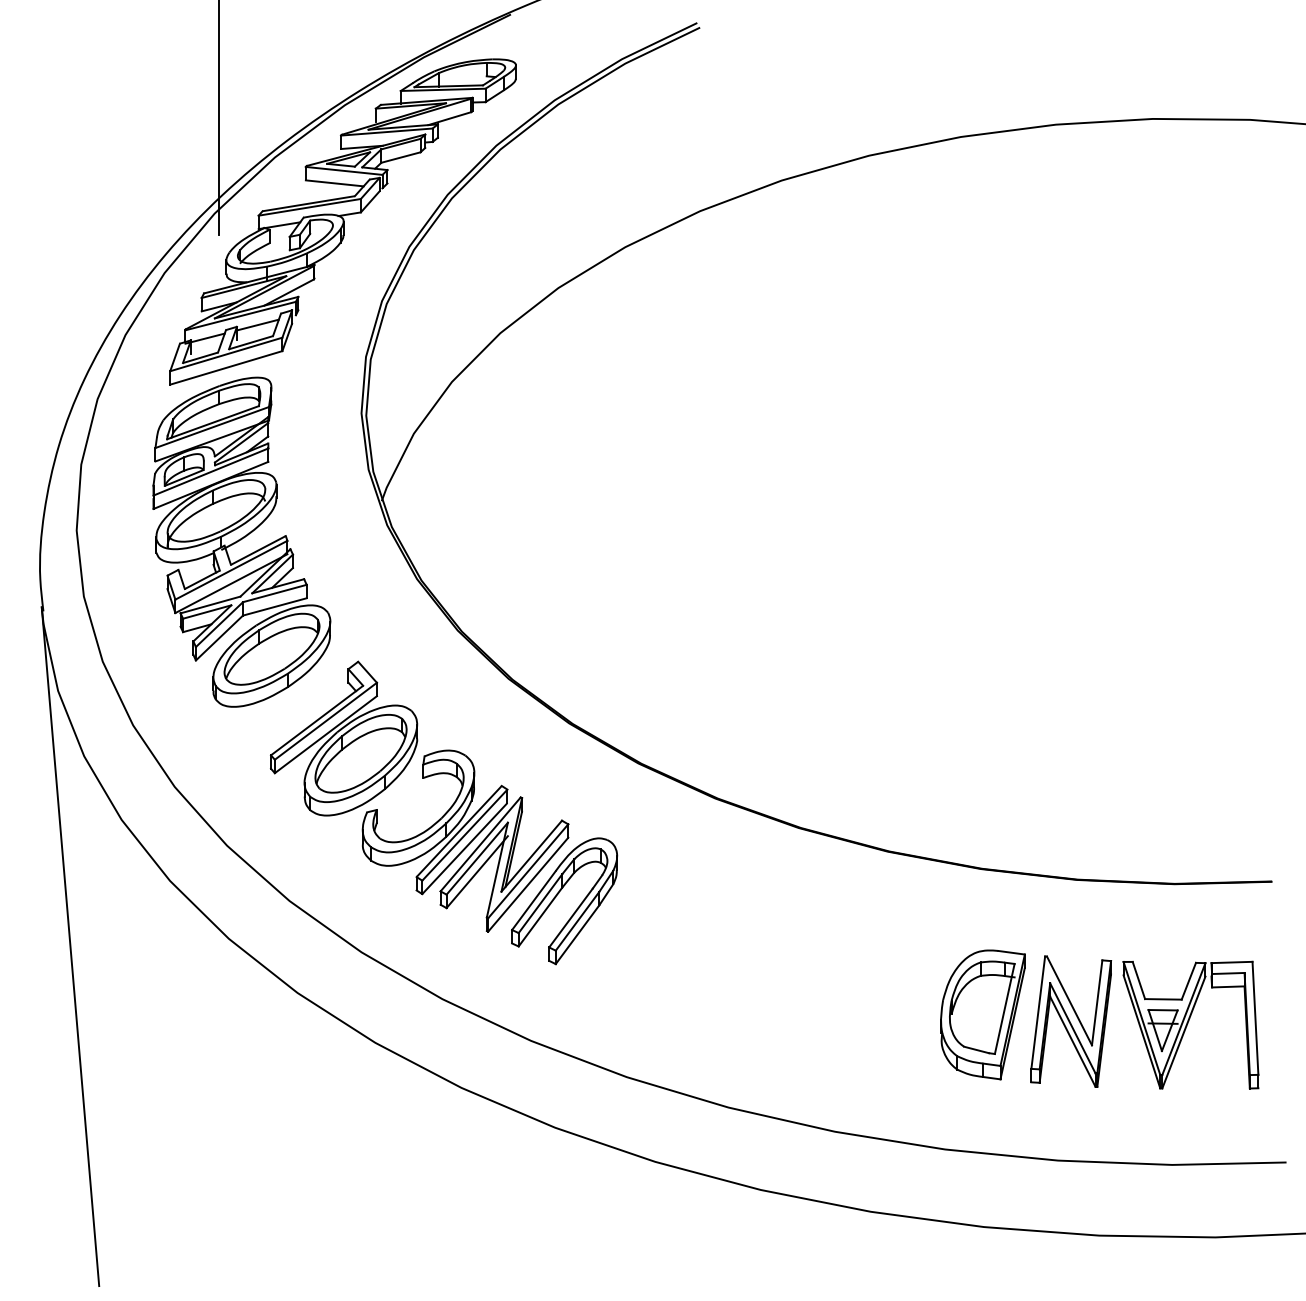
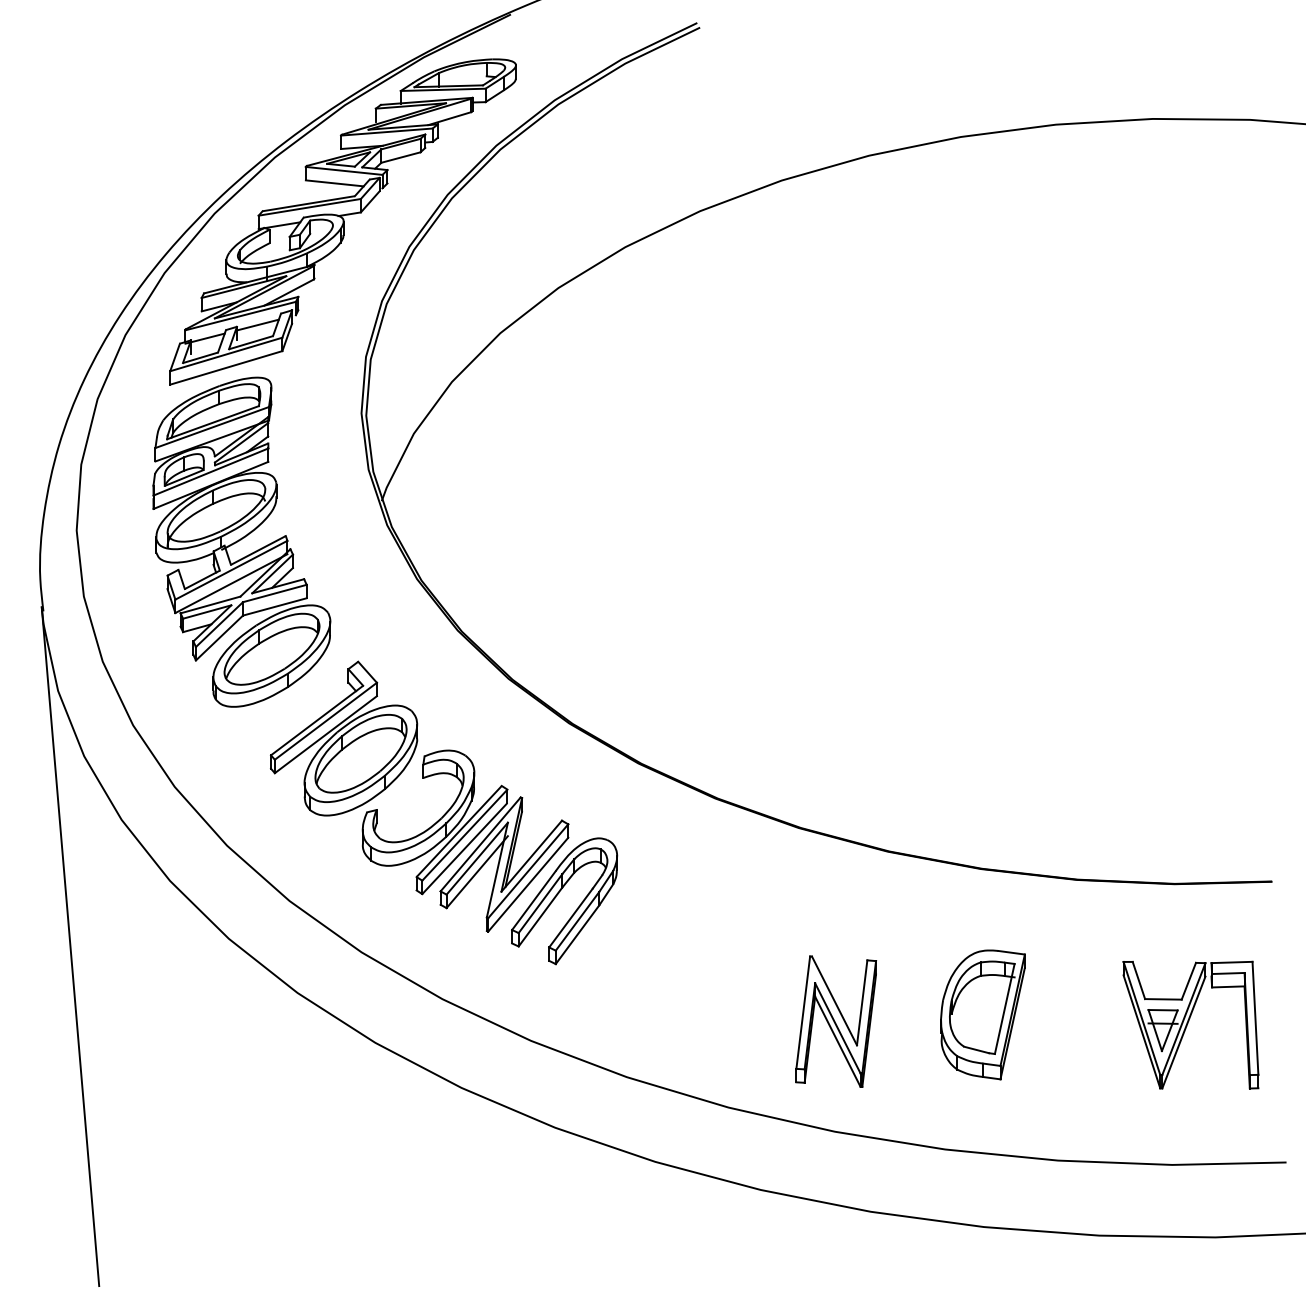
line at (218, 118): present -> none
part at (1071, 1021) position: (1071, 1021) -> (836, 1021)
